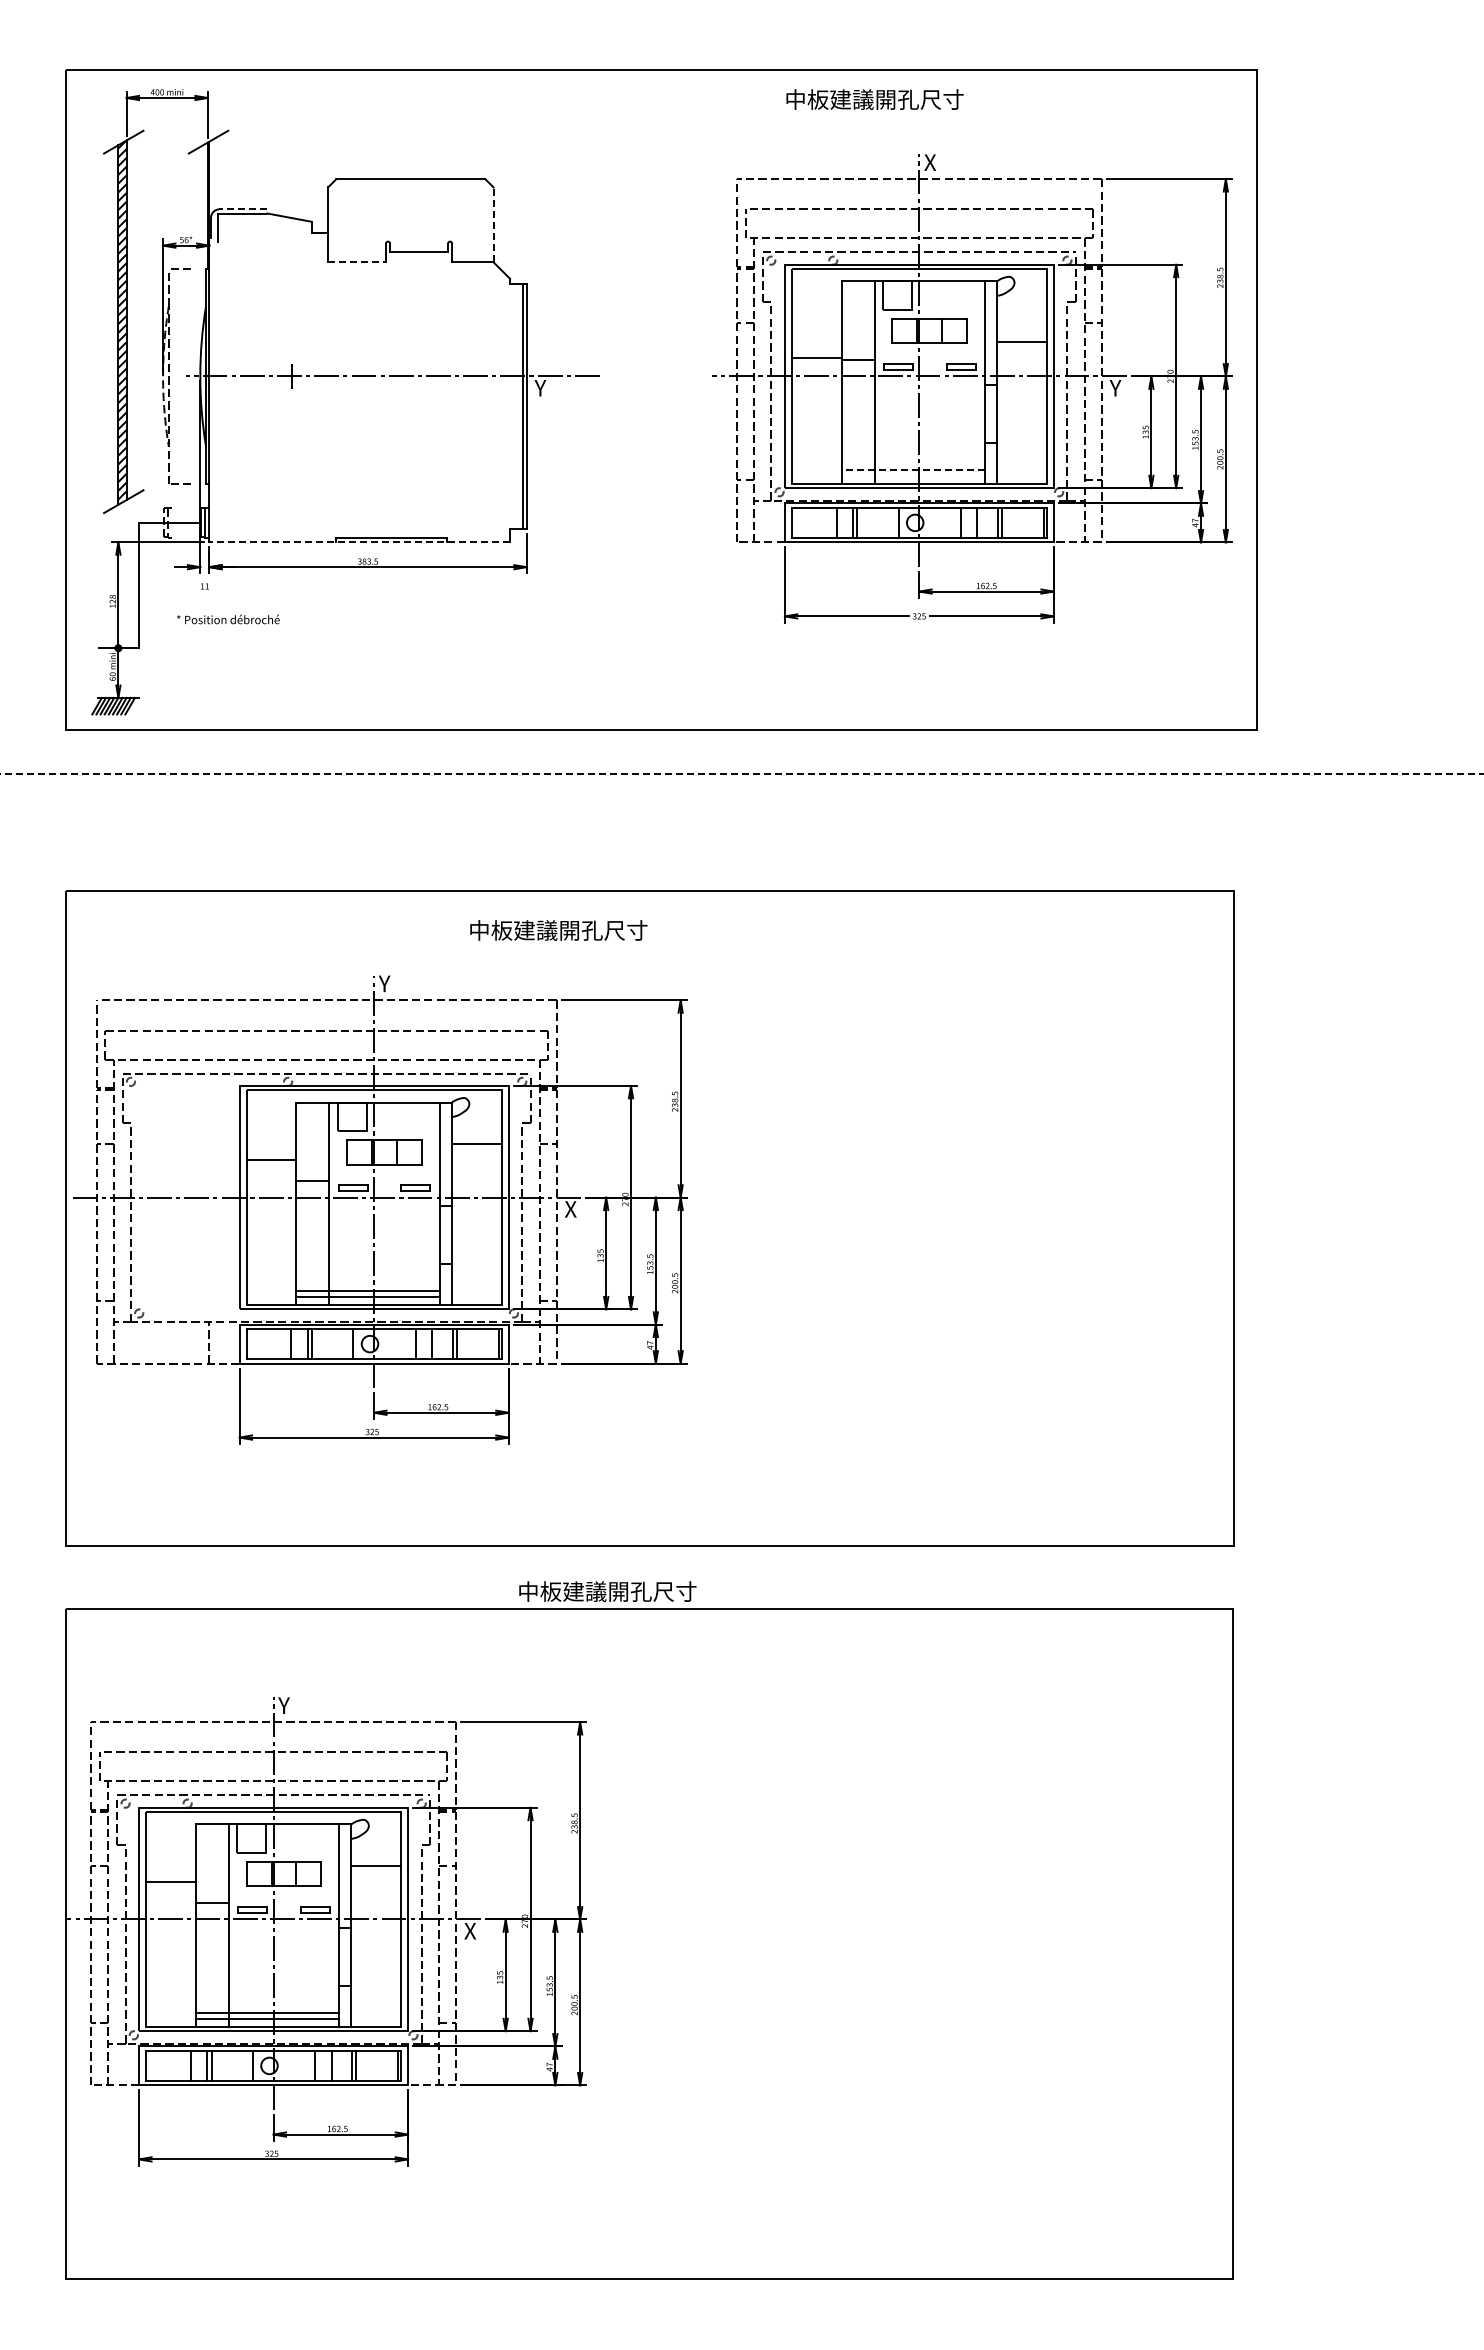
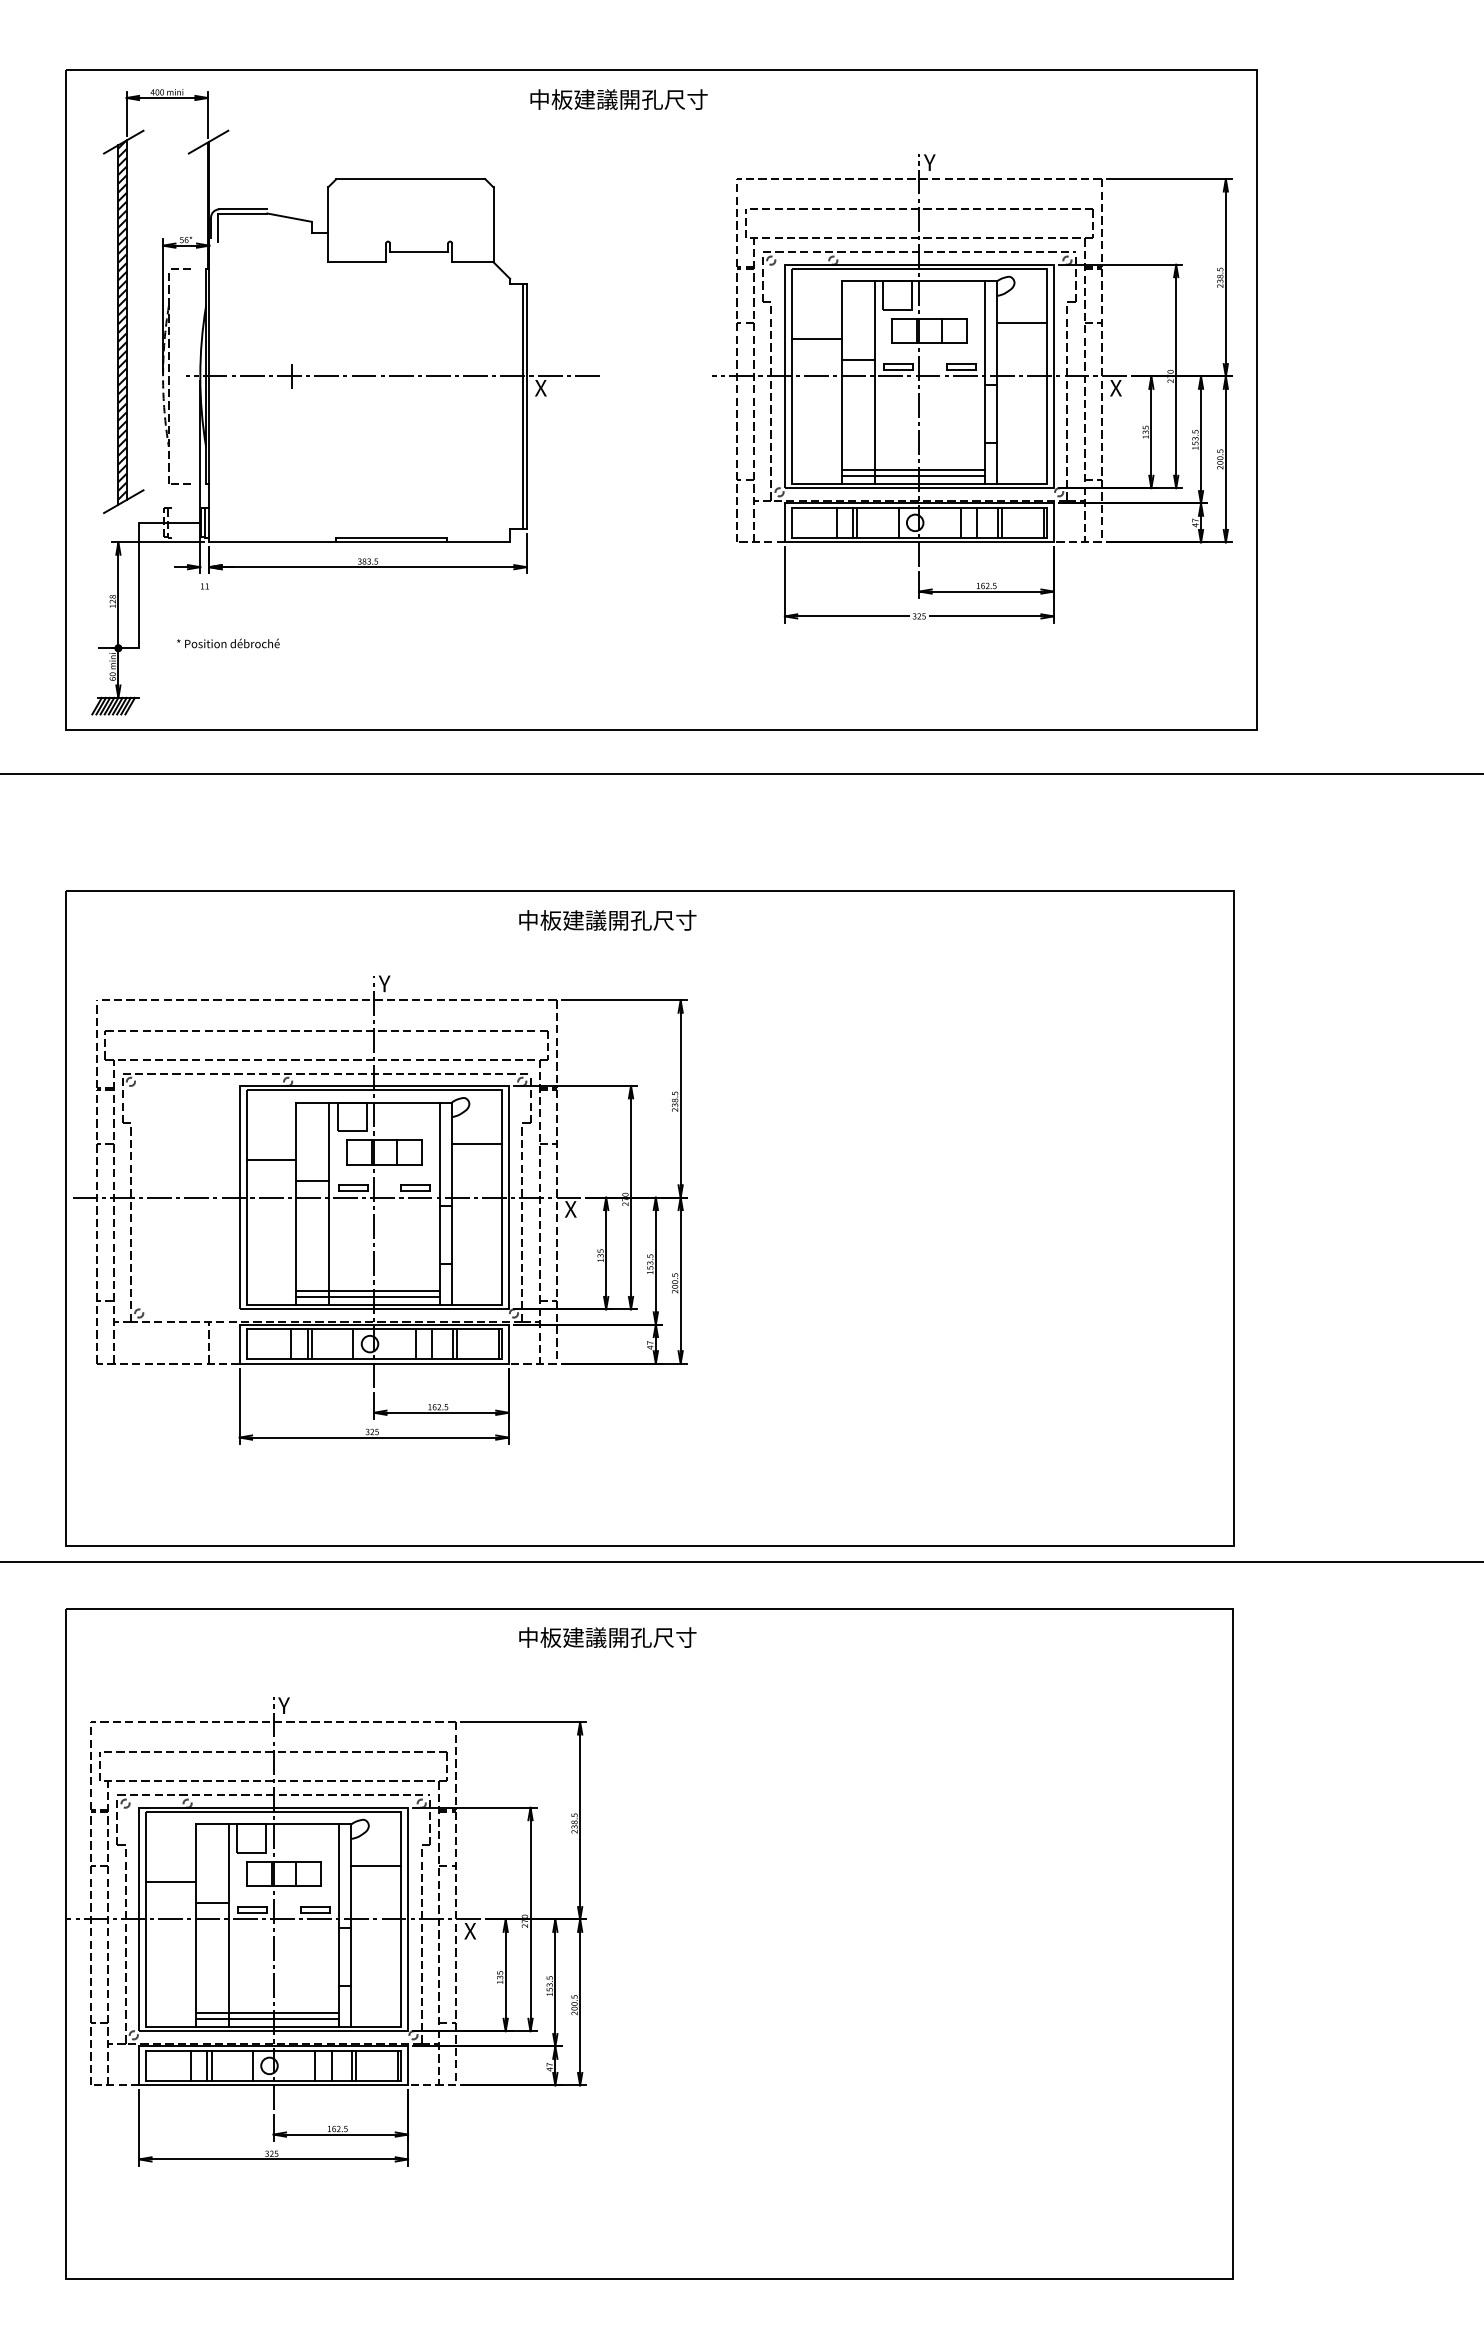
text at (874, 99) position: (874, 99) -> (618, 99)
text at (930, 162): X -> Y
line at (243, 209): dashed -> solid
line at (493, 224): dashed -> solid
line at (357, 262): dashed -> solid
line at (1021, 341) position: (1021, 341) -> (1021, 322)
line at (816, 358) position: (816, 358) -> (816, 339)
text at (540, 388): Y -> X
text at (1115, 388): Y -> X
line at (913, 469): dashed -> solid
line at (912, 475): none -> present
line at (359, 542): dashed -> solid
text at (228, 619) position: (228, 619) -> (228, 643)
line at (742, 774): dashed -> solid
text at (558, 930) position: (558, 930) -> (607, 920)
line at (741, 1561): none -> present
text at (607, 1591) position: (607, 1591) -> (607, 1637)
